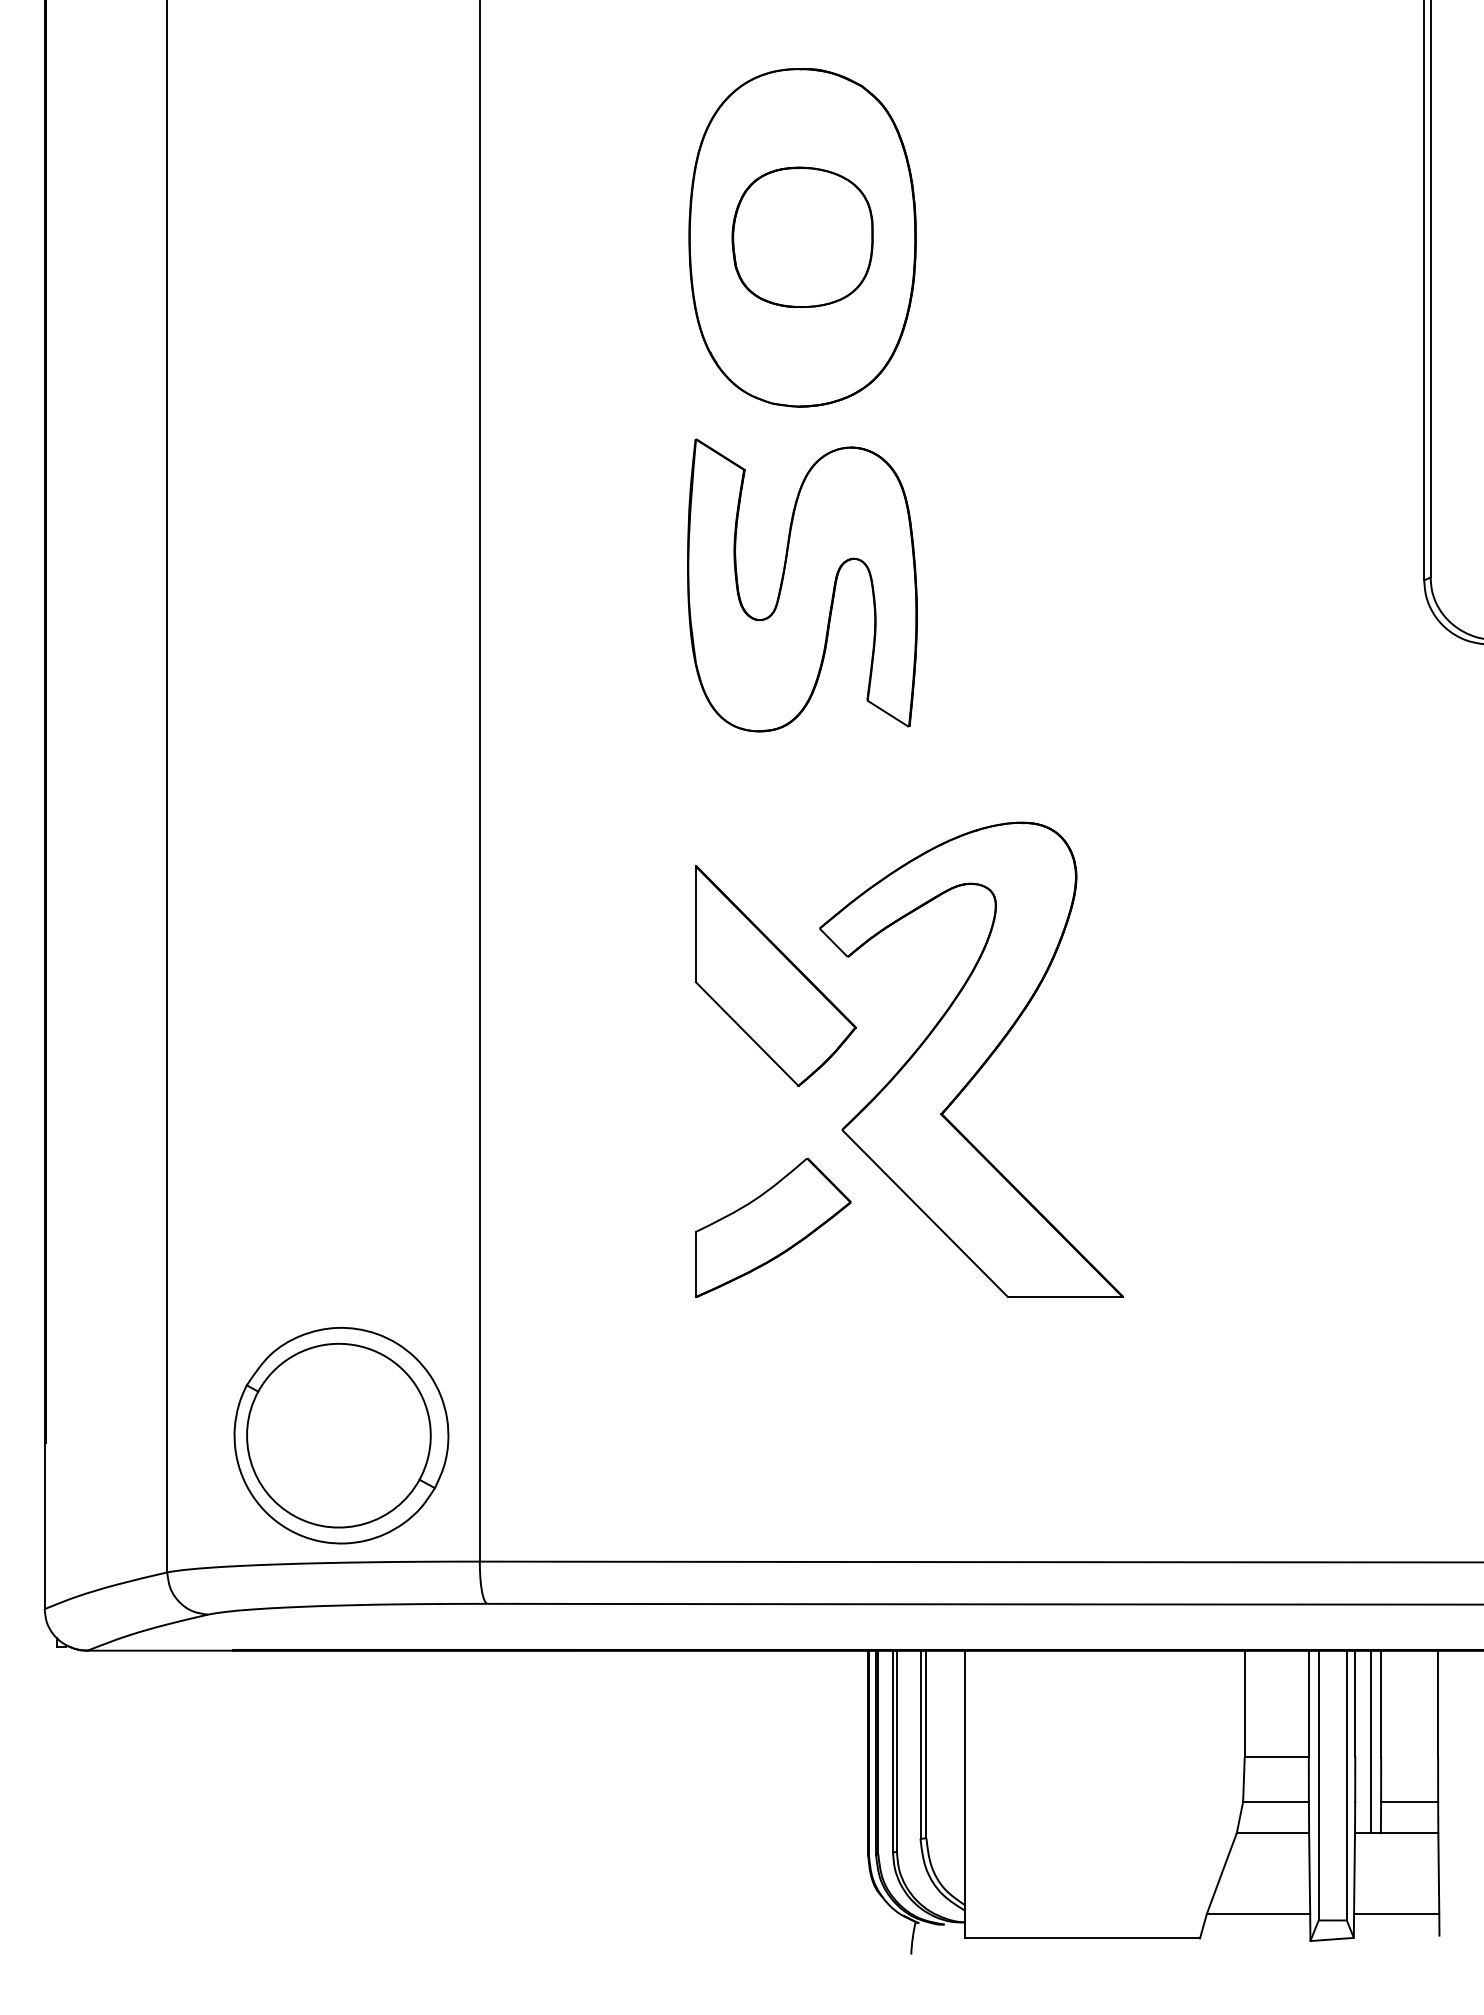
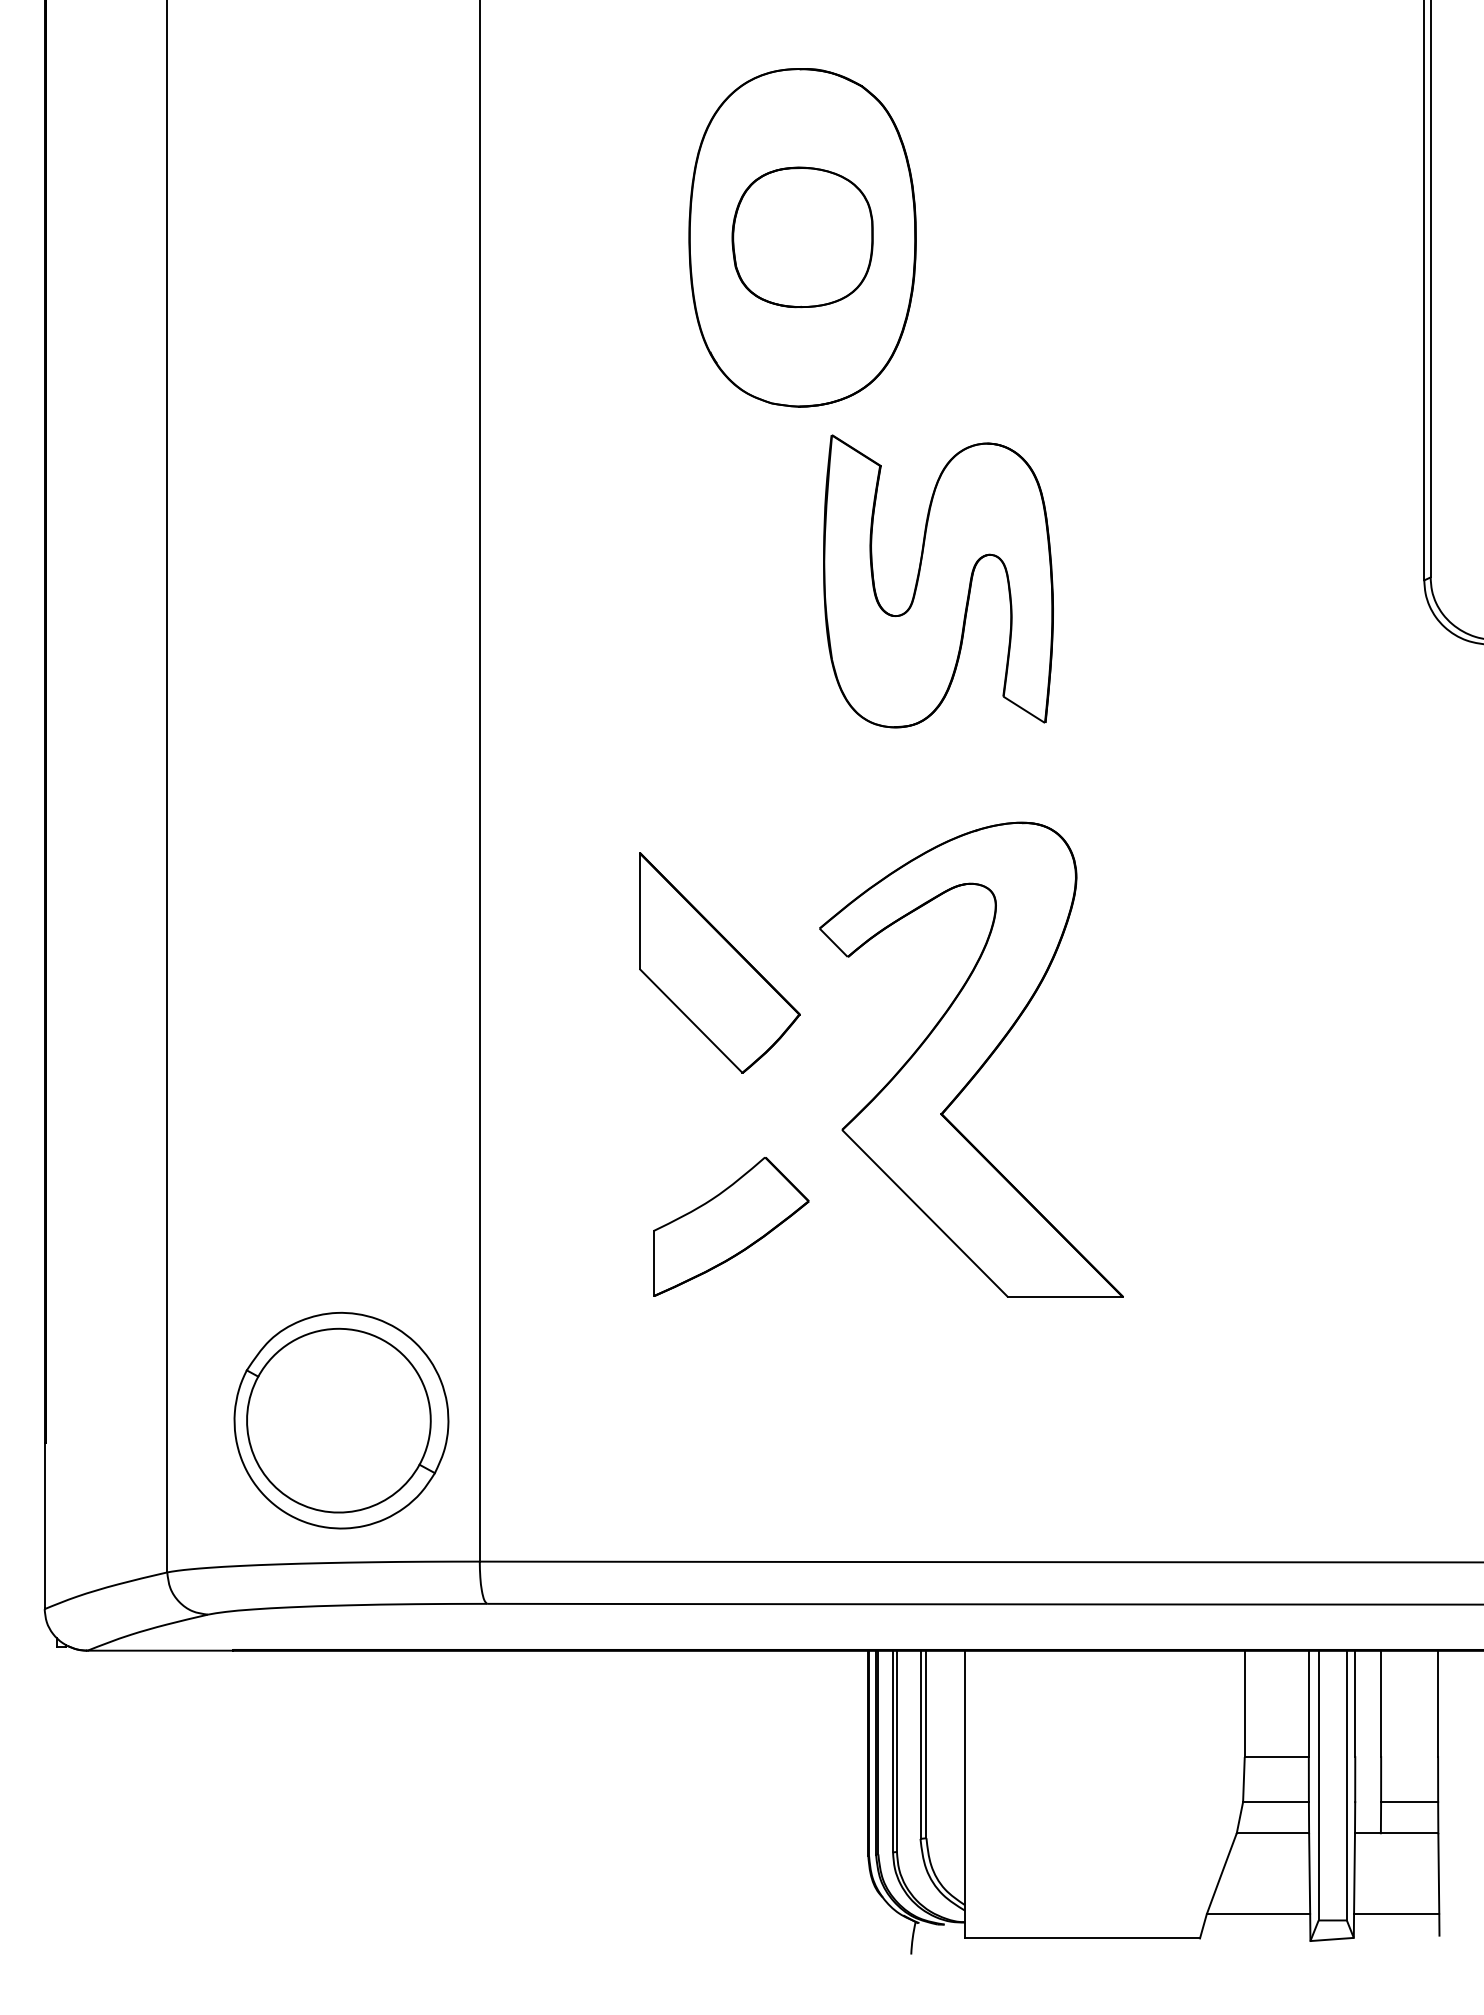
part at (802, 585) position: (802, 585) -> (938, 581)
part at (775, 975) position: (775, 975) -> (719, 962)
part at (773, 1227) position: (773, 1227) -> (731, 1226)
part at (341, 1435) position: (341, 1435) -> (341, 1420)
line at (1370, 1741): present -> none
